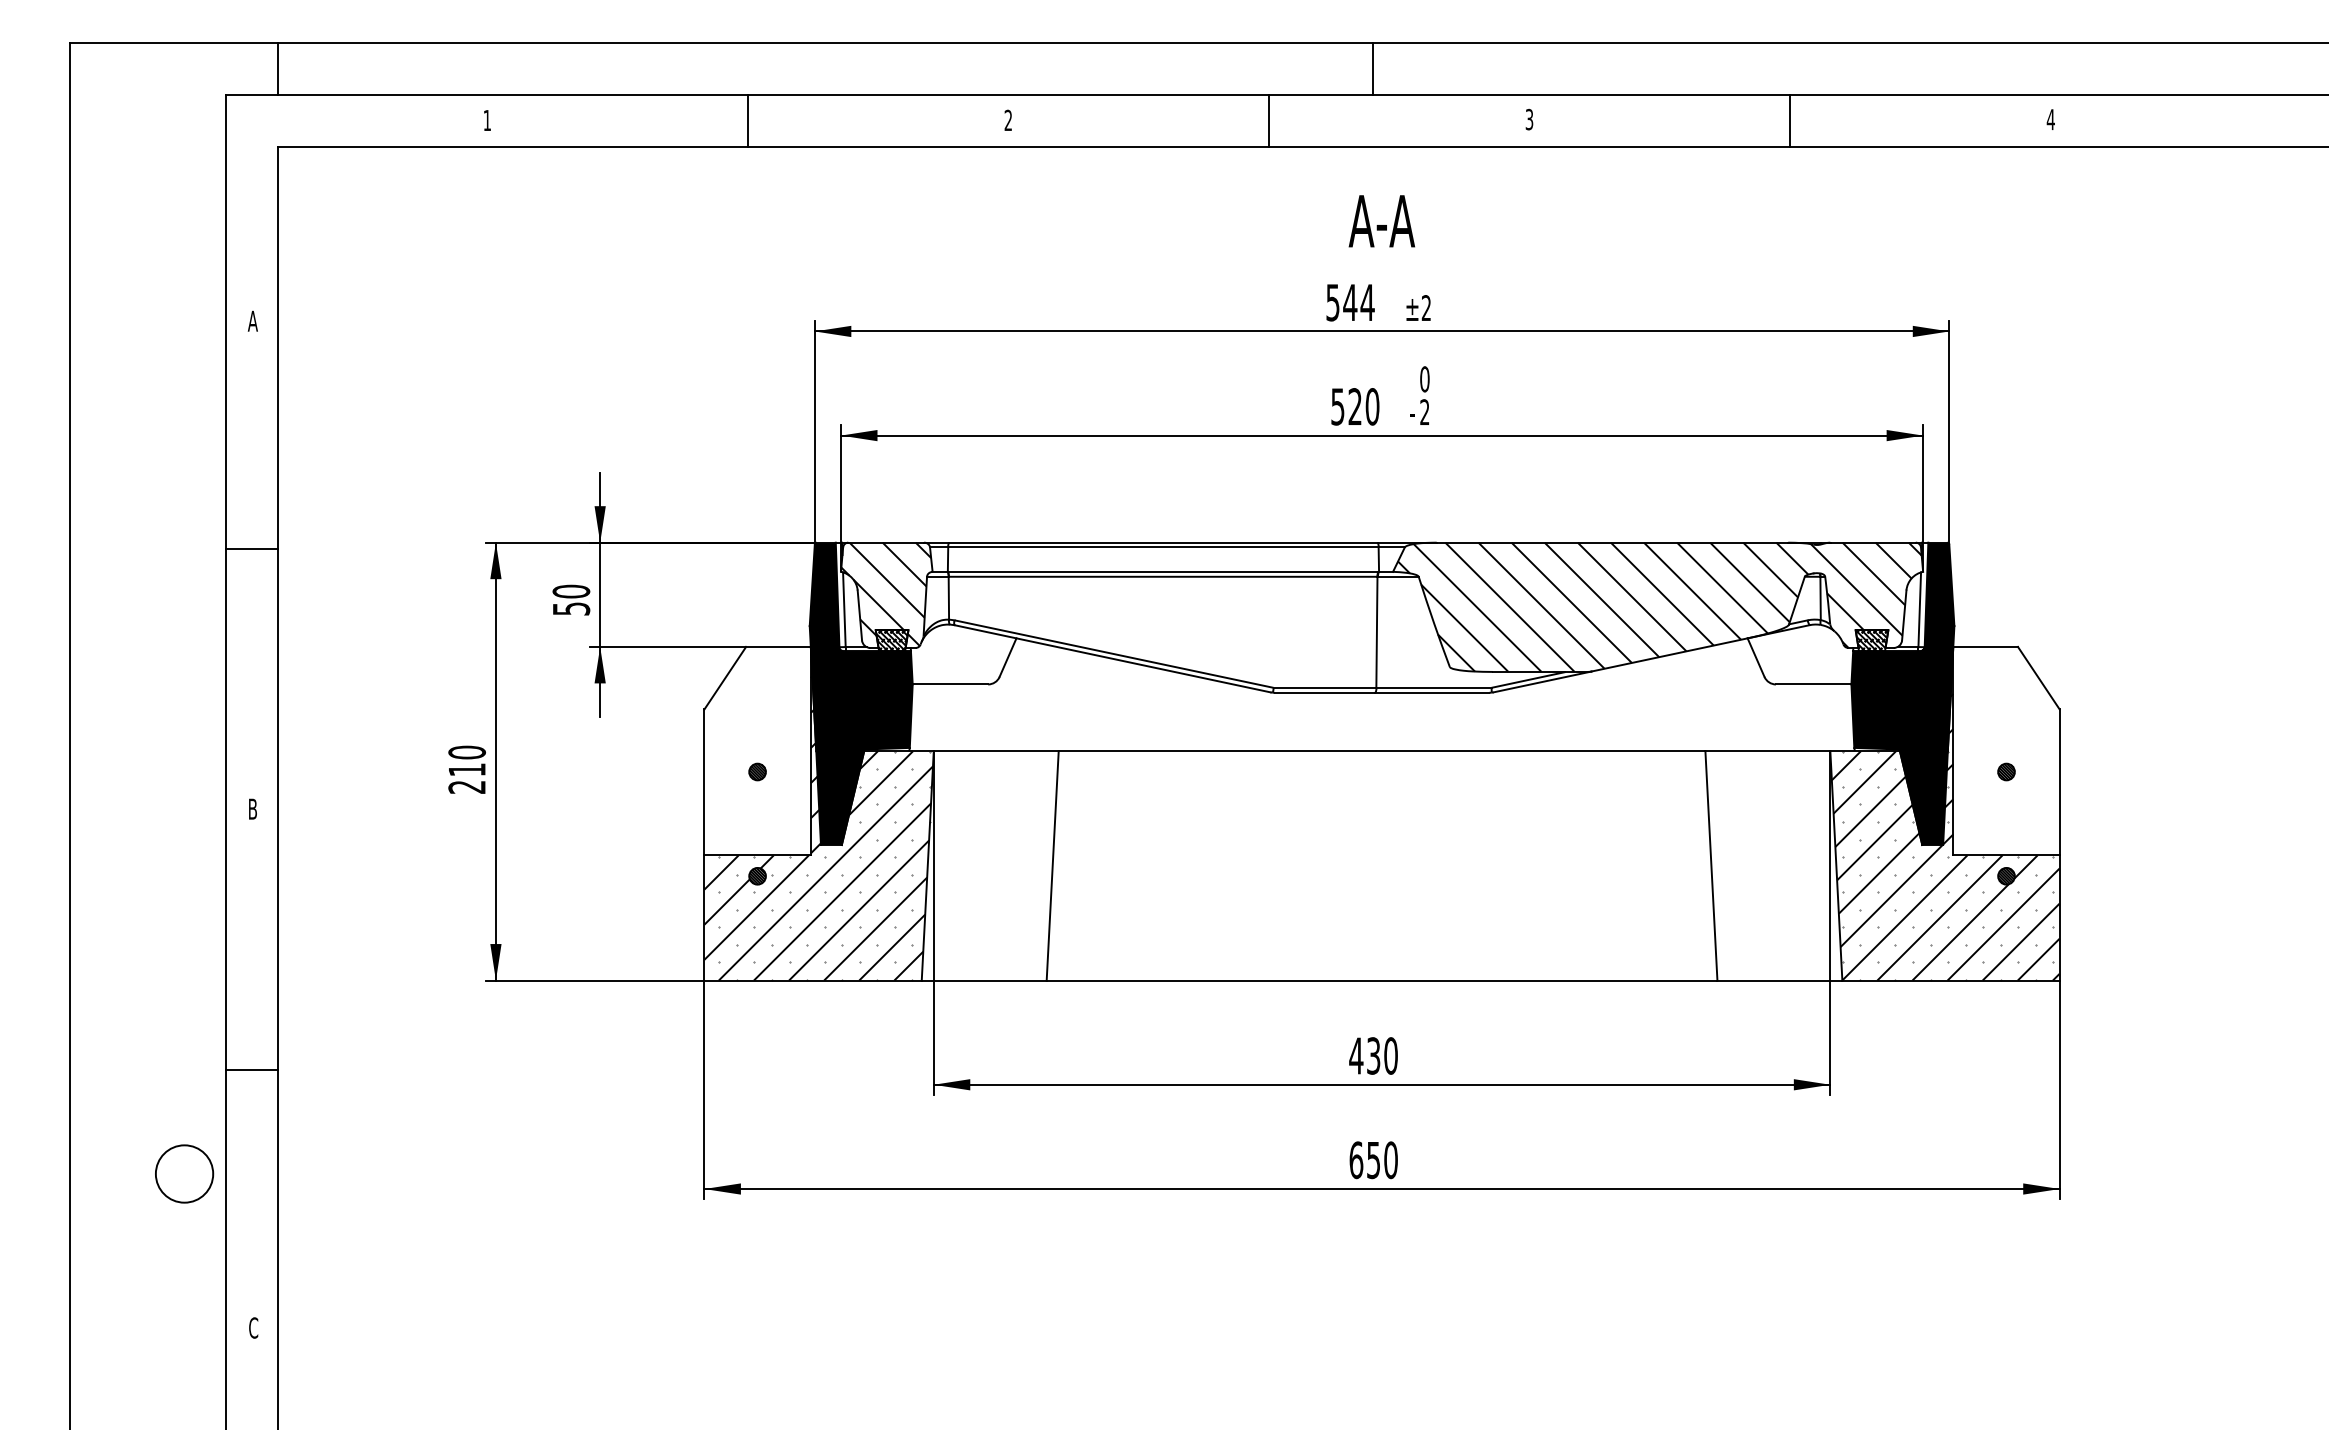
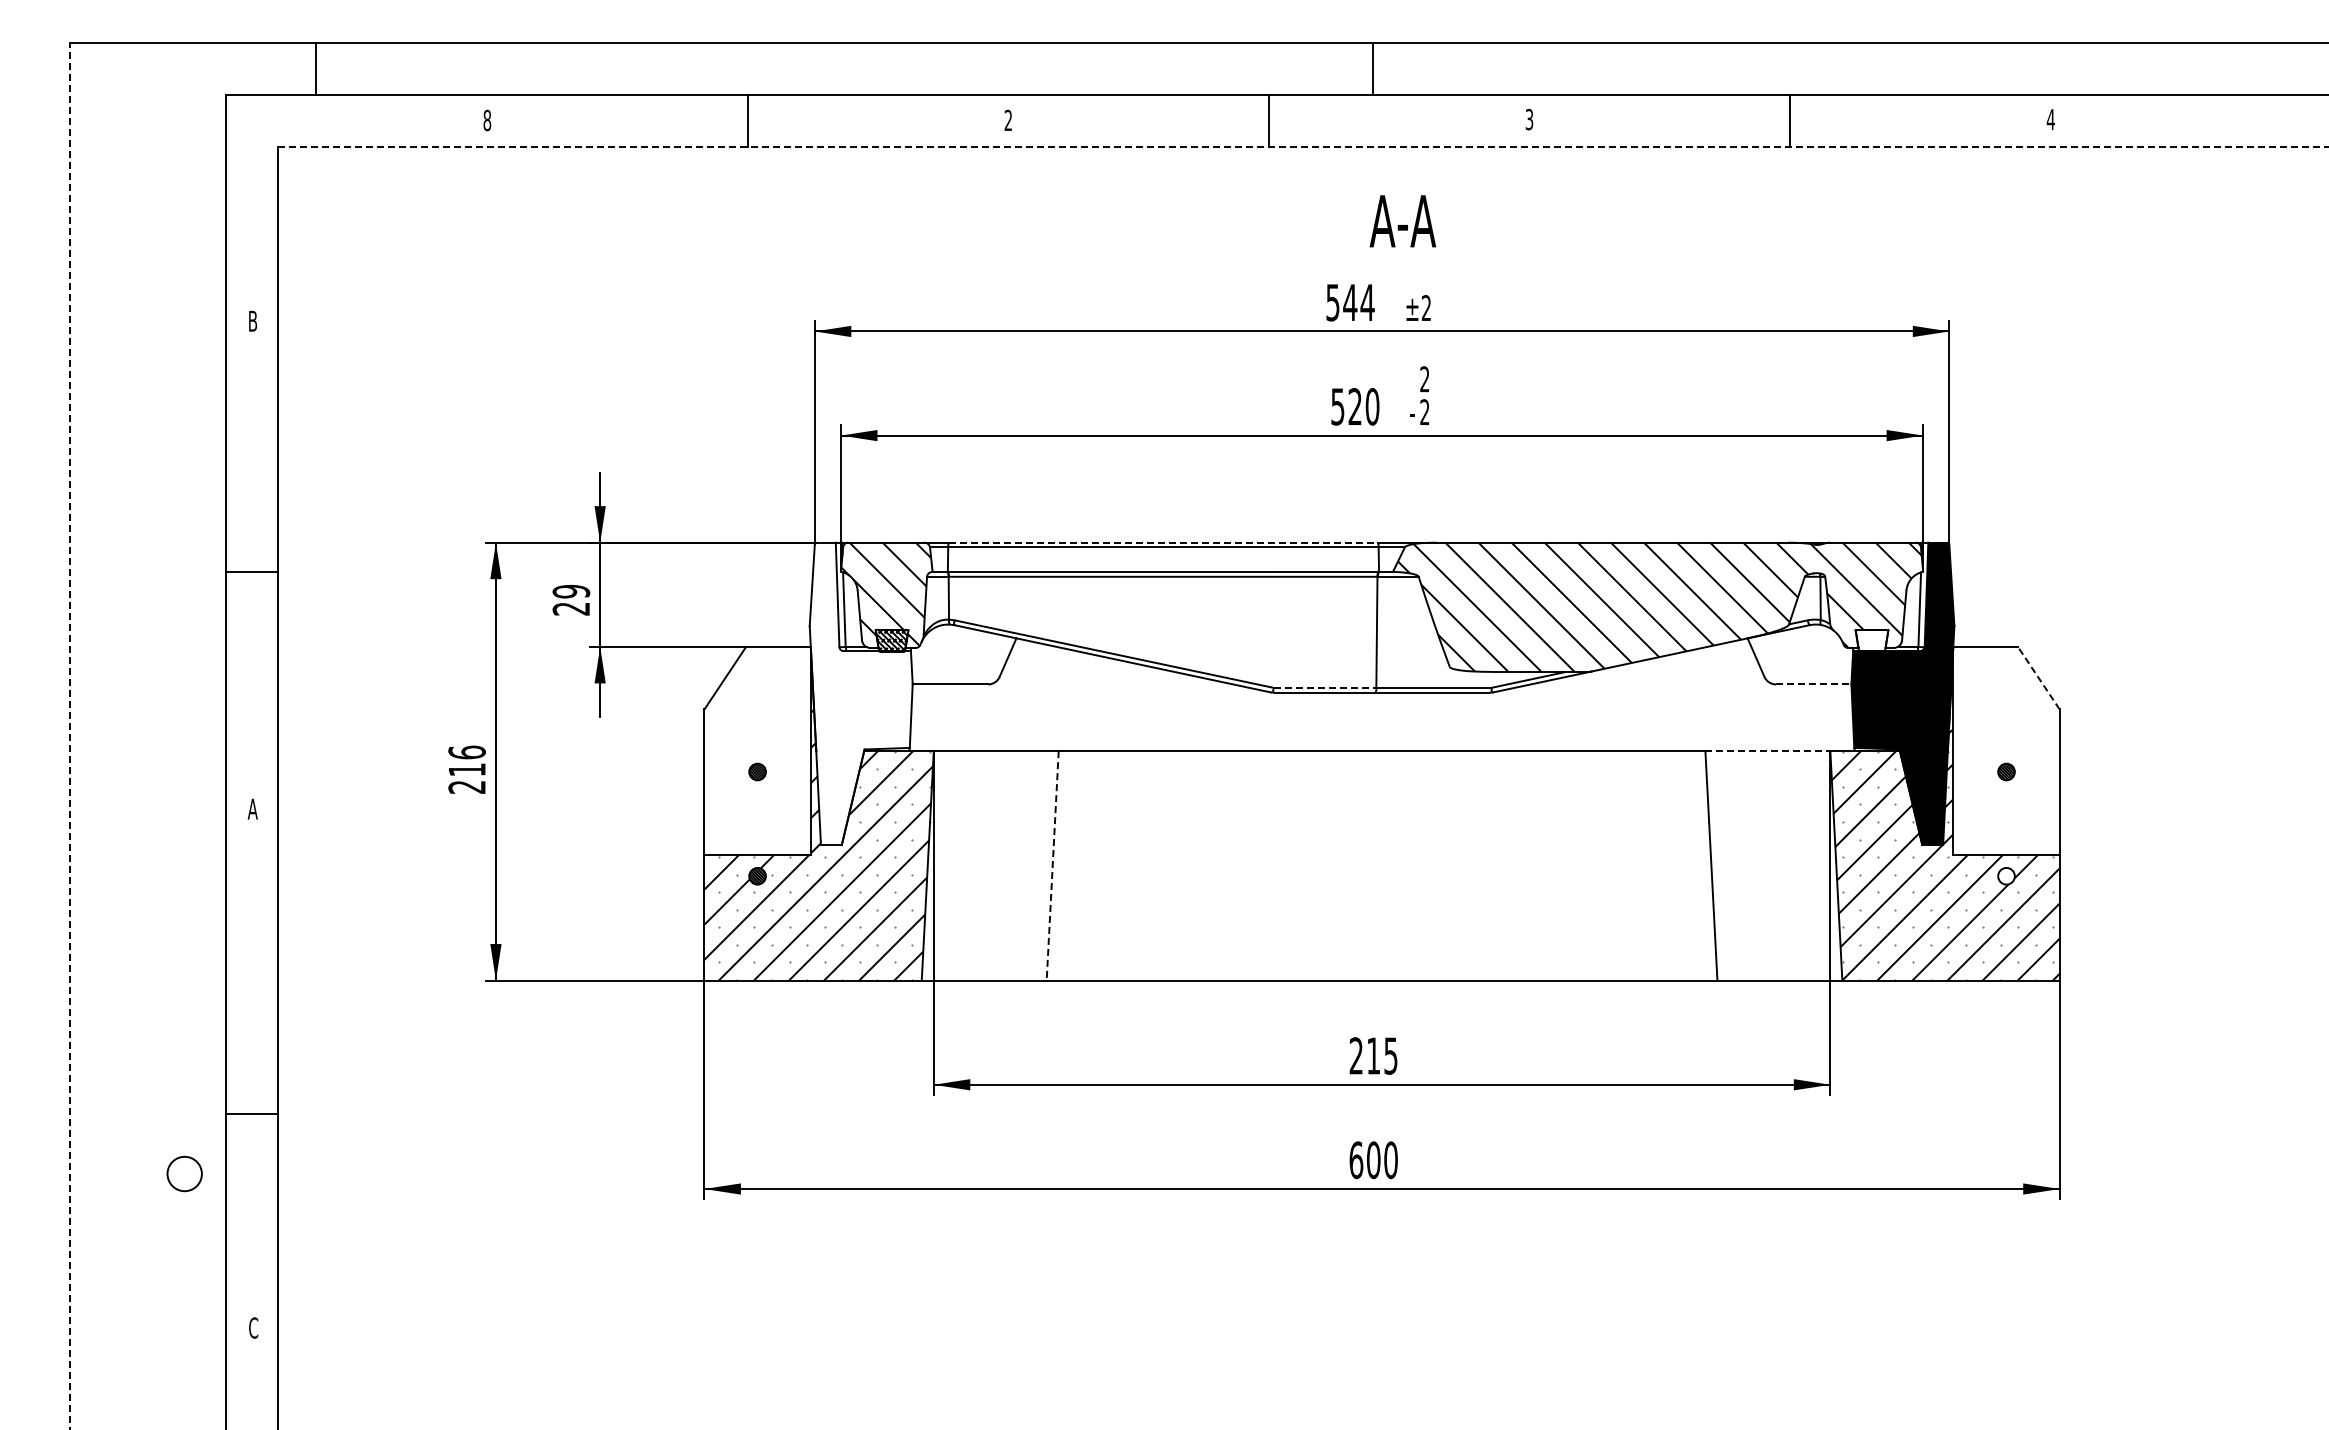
line at (278, 68) position: (278, 68) -> (316, 68)
text at (487, 120): 1 -> 8
line at (1303, 147): solid -> dashed
text at (1381, 221) position: (1381, 221) -> (1402, 221)
text at (252, 320): A -> B
text at (1424, 379): 0 -> 2
line at (1163, 542): solid -> dashed
line at (252, 548) position: (252, 548) -> (252, 571)
text at (571, 599): 50 -> 29
hatch at (1871, 641): present -> none
line at (2038, 678): solid -> dashed
line at (1813, 684): solid -> dashed
line at (1325, 687): solid -> dashed
fill at (860, 693): present -> none
line at (69, 735): solid -> dashed
line at (1768, 751): solid -> dashed
text at (466, 752): 210 -> 216
text at (252, 808): B -> A
line at (1052, 865): solid -> dashed
hatch at (2006, 875): present -> none
text at (1373, 1055): 430 -> 215
line at (252, 1069) position: (252, 1069) -> (252, 1113)
text at (1373, 1160): 650 -> 600
circle at (184, 1173) size: 60x60 px -> 37x38 px
